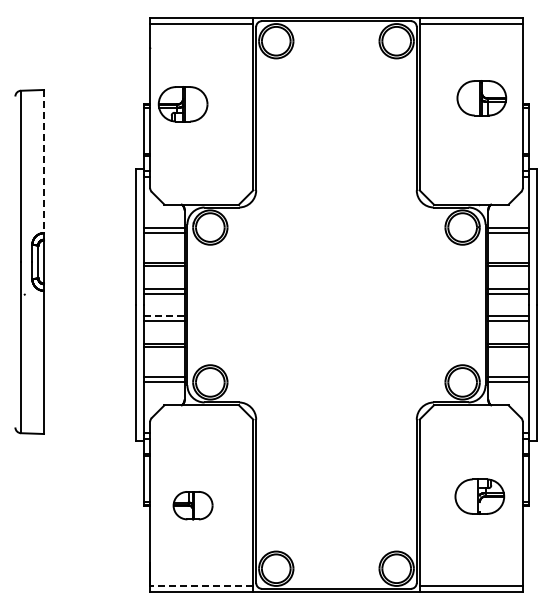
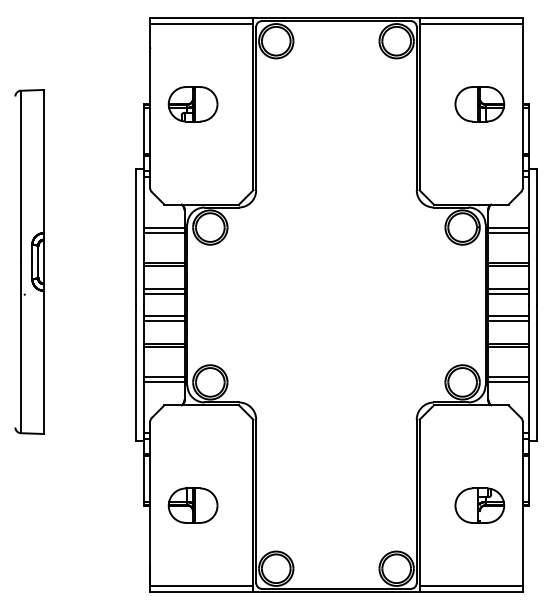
part at (481, 98) position: (481, 98) -> (479, 104)
part at (182, 104) position: (182, 104) -> (192, 104)
line at (44, 161): dashed -> solid
line at (164, 315): dashed -> solid
part at (479, 496) position: (479, 496) -> (479, 505)
part at (192, 505) size: 42x30 px -> 52x37 px
line at (201, 585): dashed -> solid
